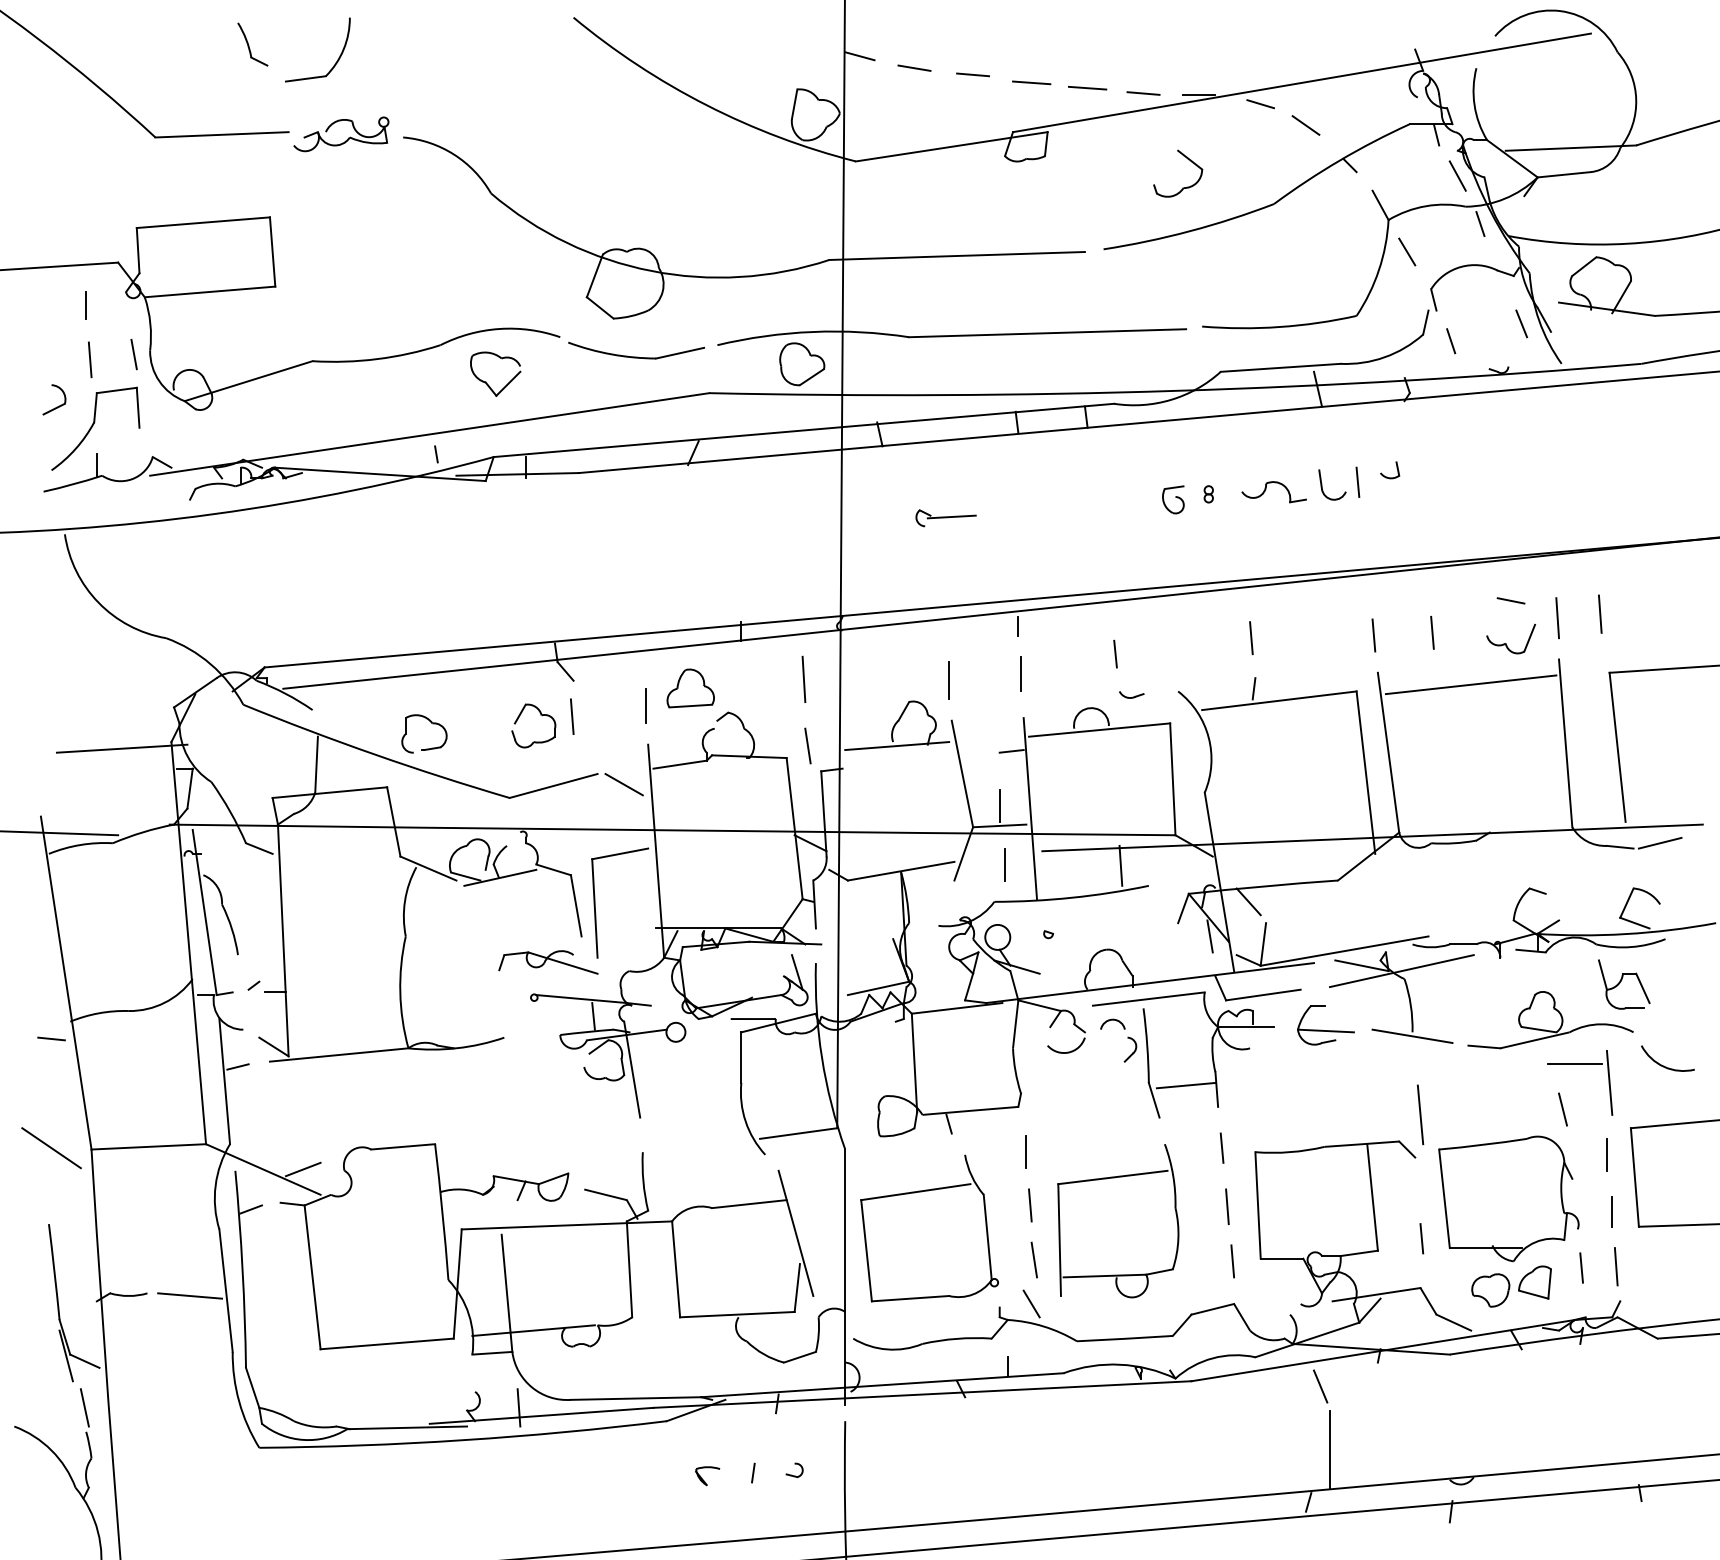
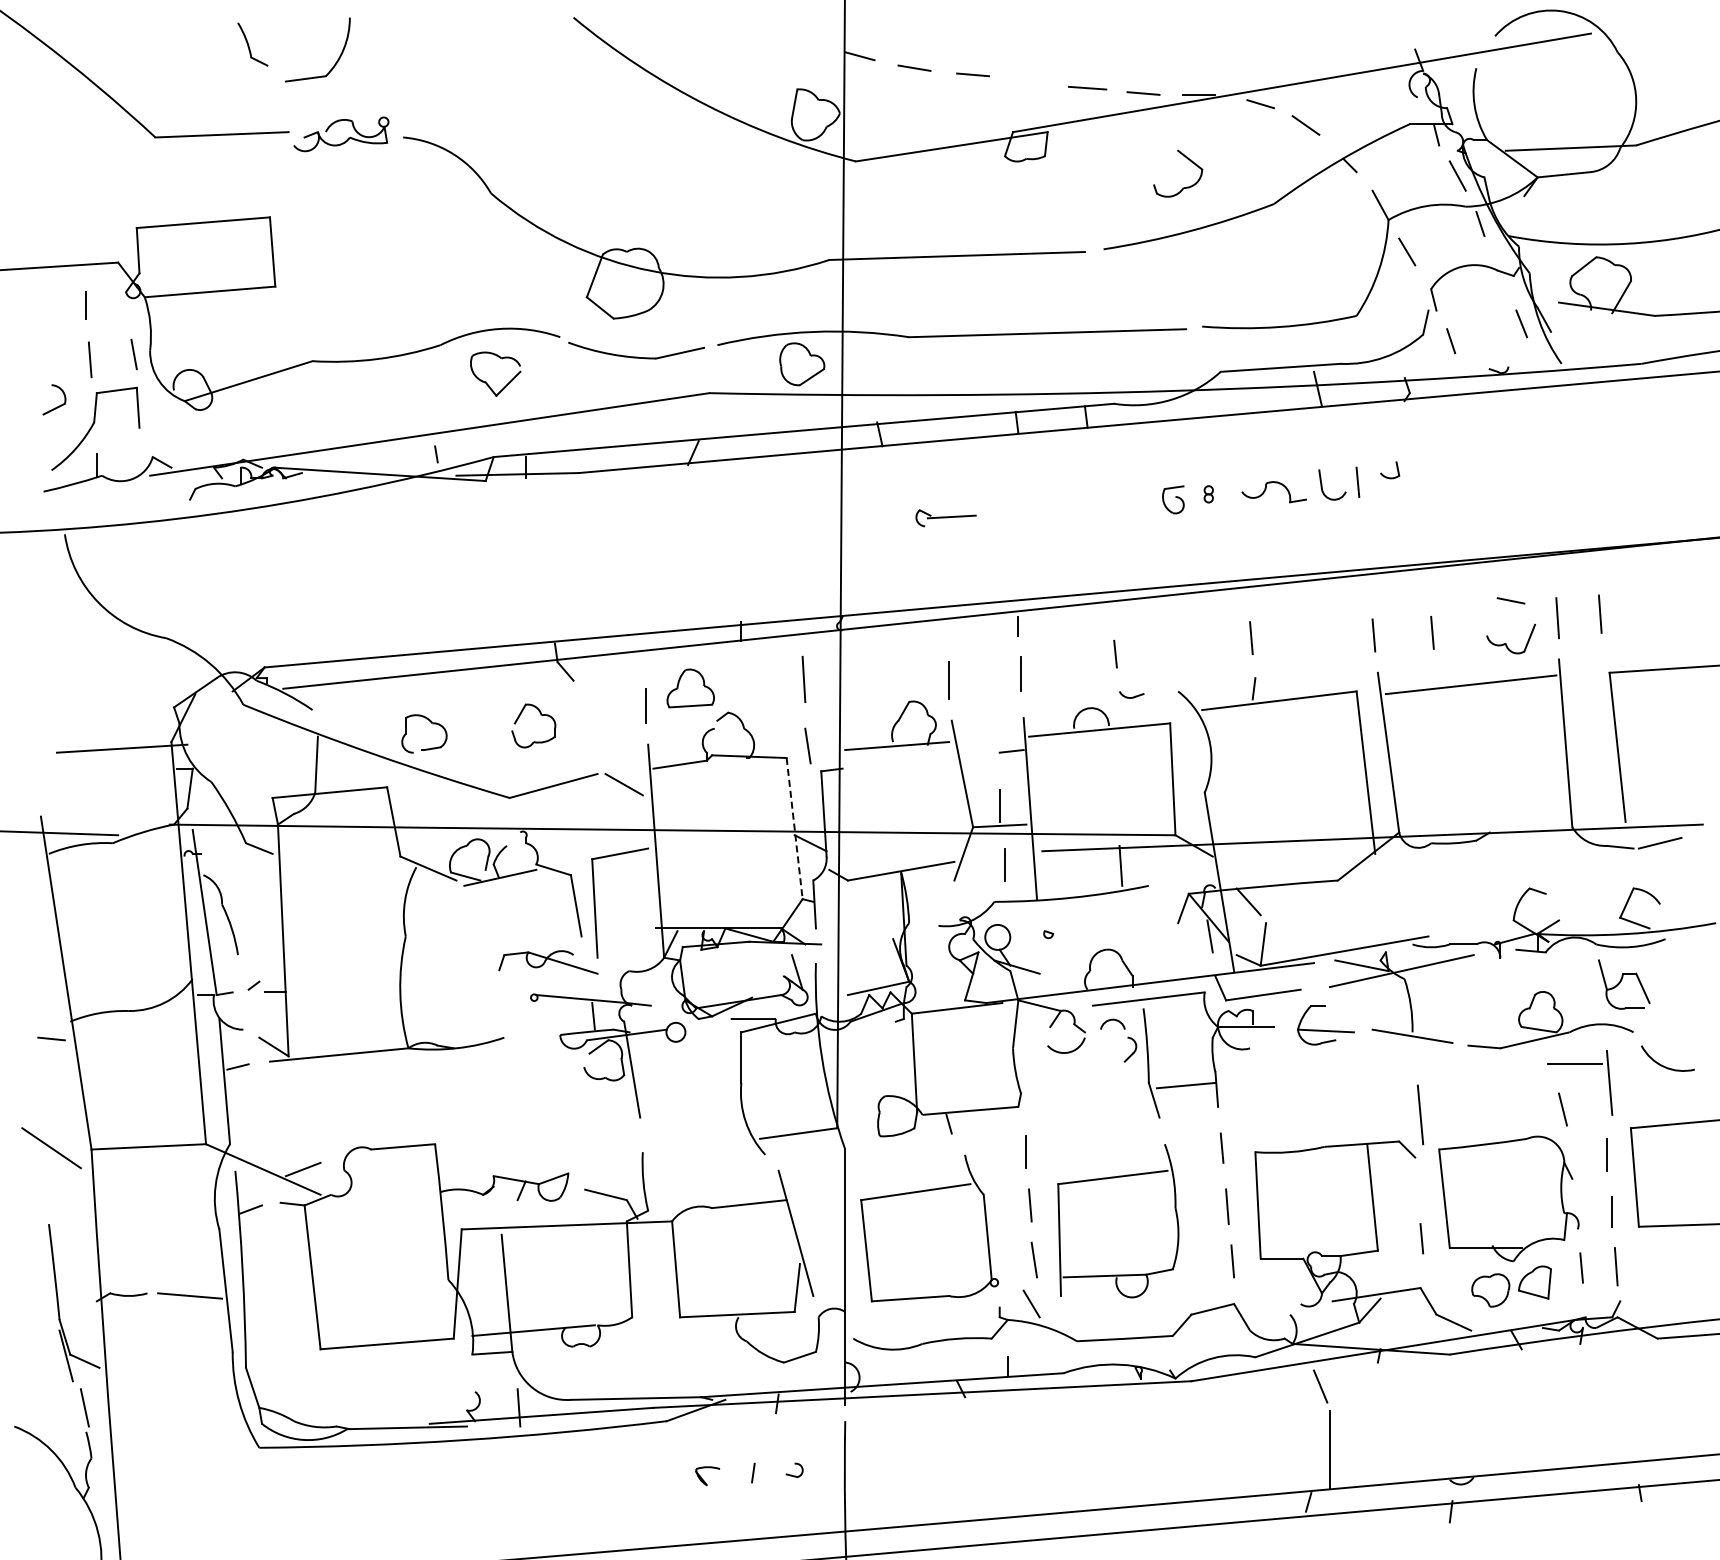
line at (1031, 82): present -> none
line at (572, 716): present -> none
line at (794, 829): solid -> dashed
